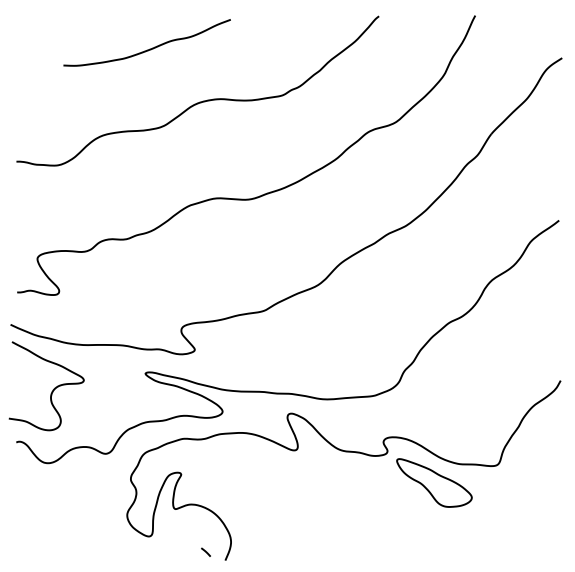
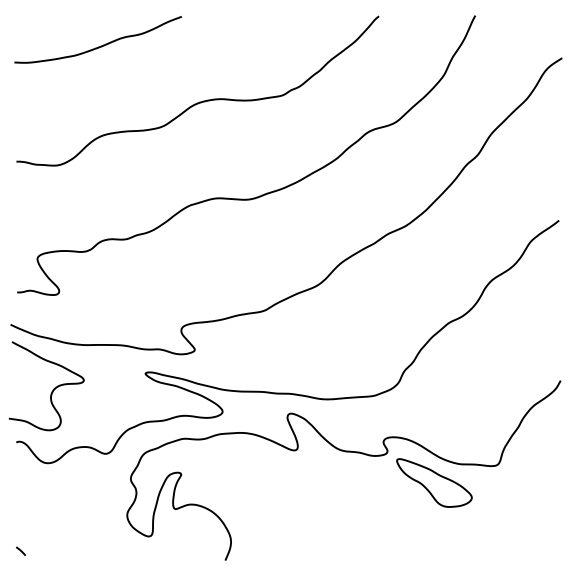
curve at (149, 48) position: (149, 48) -> (100, 45)
curve at (205, 551) position: (205, 551) -> (20, 550)
